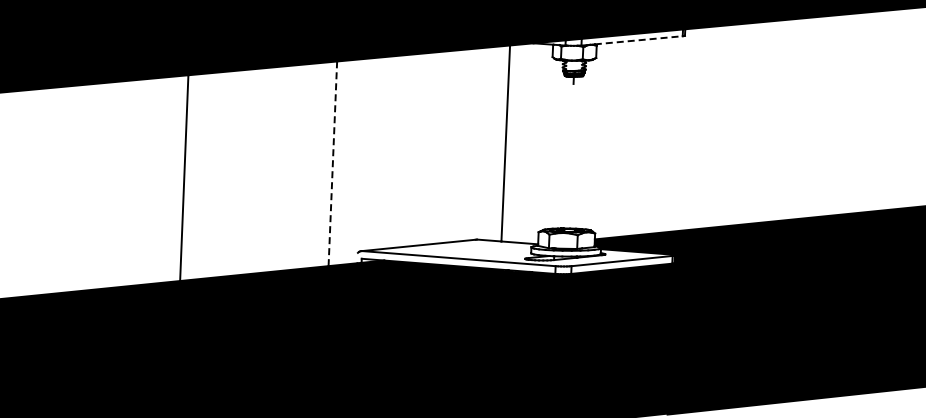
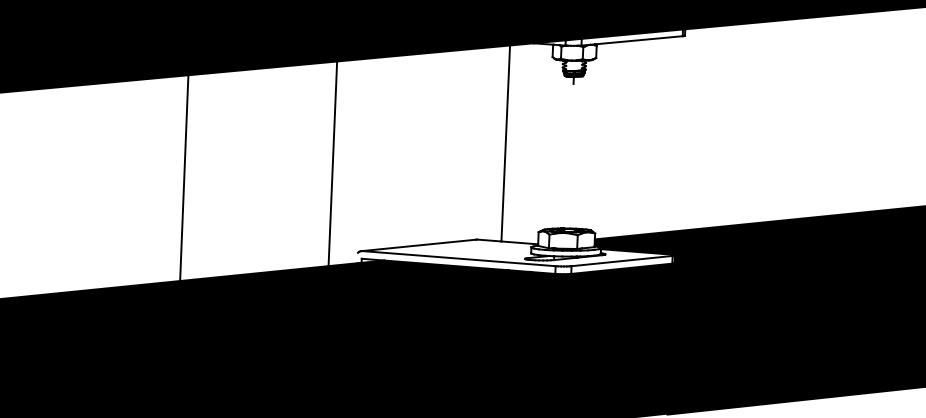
line at (639, 40): dashed -> solid
line at (332, 163): dashed -> solid
